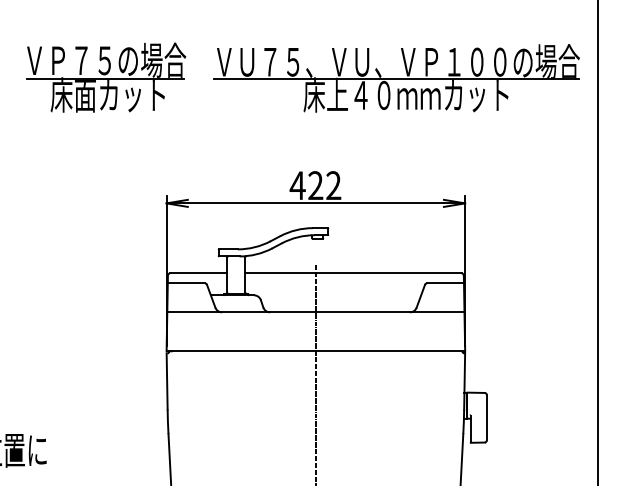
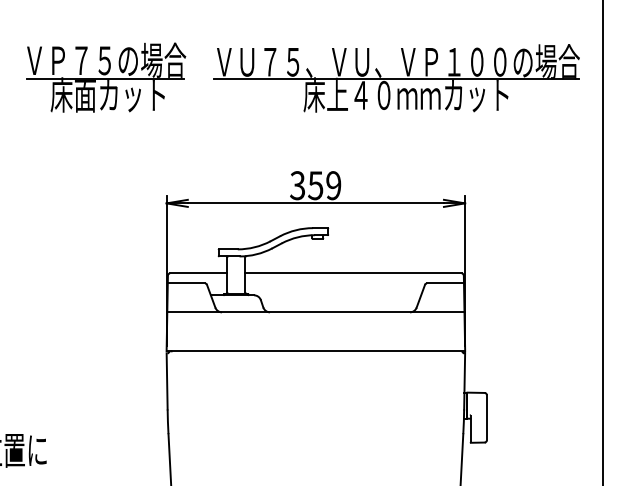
text at (315, 185): 422 -> 359
line at (598, 242) position: (598, 242) -> (603, 242)
line at (315, 373): present -> none
